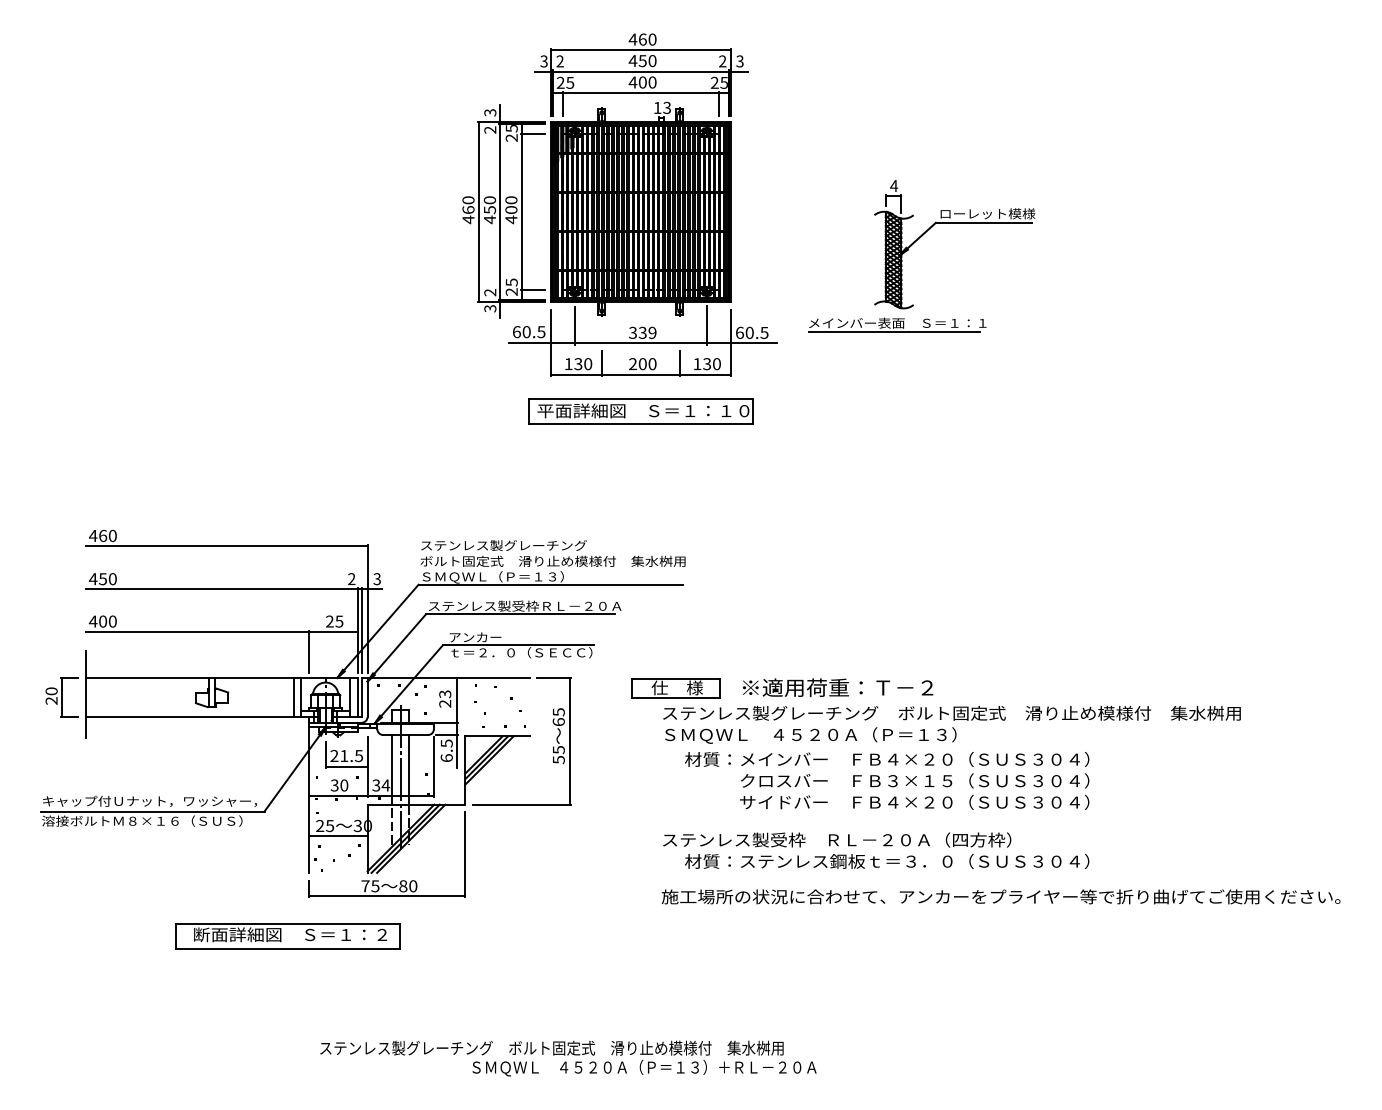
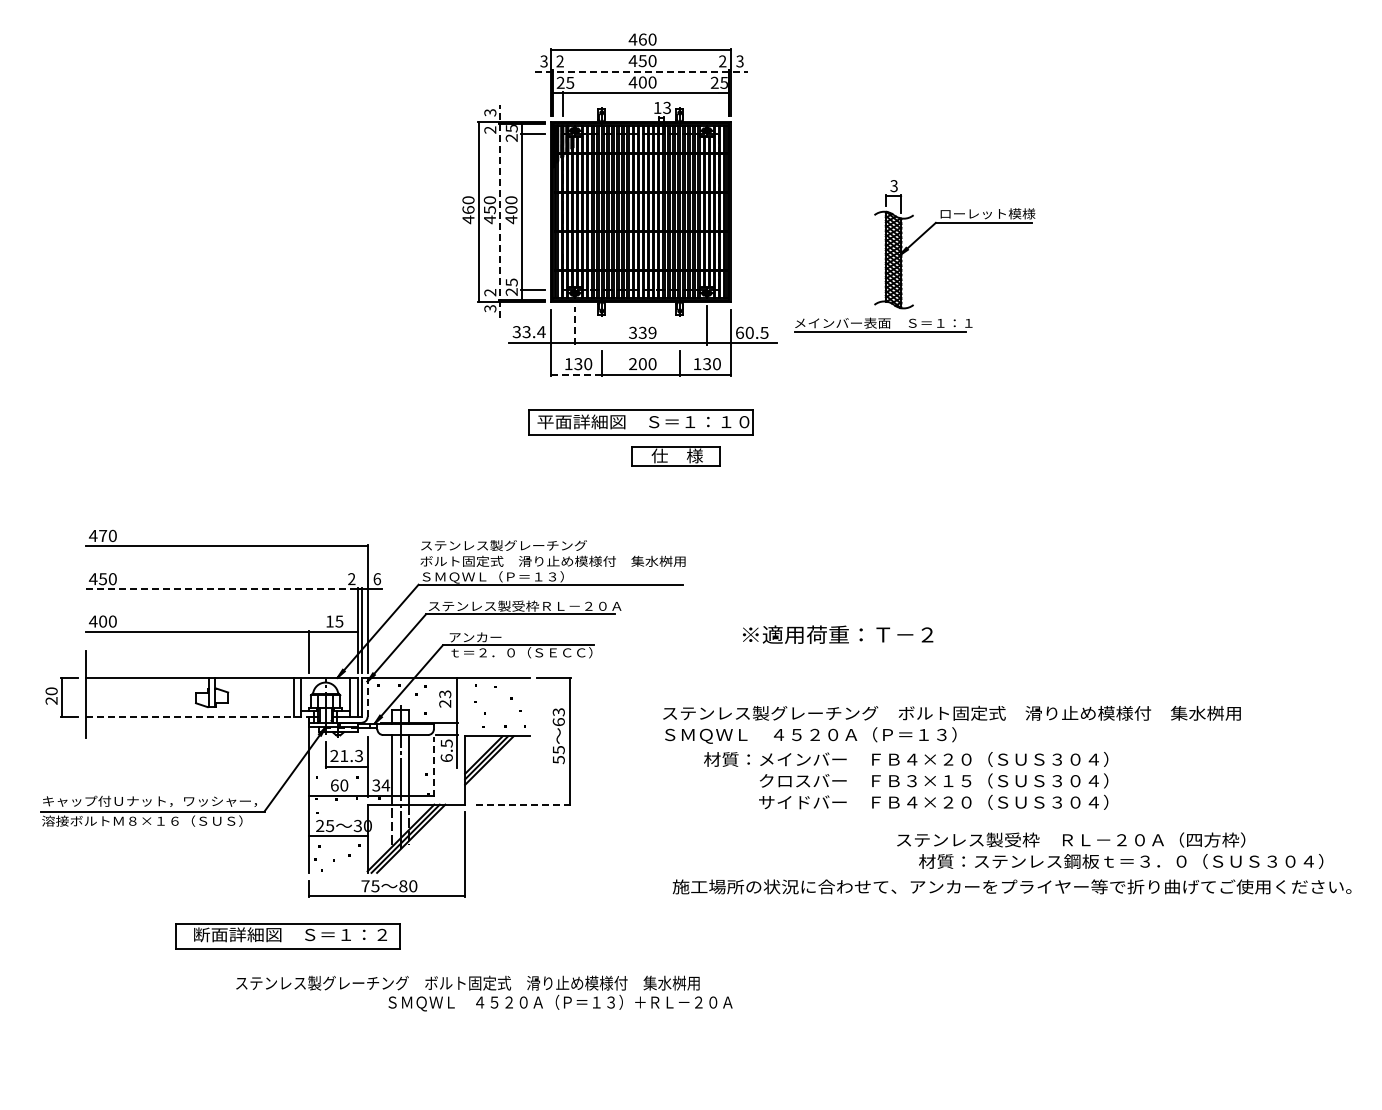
line at (642, 71): solid -> dashed
line at (718, 103): present -> none
text at (894, 186): 4 -> 3
line at (500, 211): solid -> dashed
part at (897, 324) position: (897, 324) -> (883, 324)
line at (574, 325): solid -> dashed
text at (528, 332): 60.5 -> 33.4
line at (577, 374): solid -> dashed
part at (640, 411) position: (640, 411) -> (640, 422)
text at (103, 535): 460 -> 470
text at (377, 579): 3 -> 6
line at (222, 589): solid -> dashed
text at (329, 621): 25 -> 15
text at (838, 687) position: (838, 687) -> (838, 634)
part at (675, 688) position: (675, 688) -> (675, 456)
line at (367, 697): solid -> dashed
text at (557, 711): 65 -> 63
line at (202, 716): solid -> dashed
text at (358, 755): 21.5 -> 21.3
line at (433, 766): solid -> dashed
text at (887, 780) position: (887, 780) -> (906, 780)
text at (334, 785): 30 -> 60
line at (521, 804): solid -> dashed
text at (876, 850) position: (876, 850) -> (1110, 850)
text at (1000, 896) position: (1000, 896) -> (1011, 886)
text at (568, 1058) position: (568, 1058) -> (484, 993)
